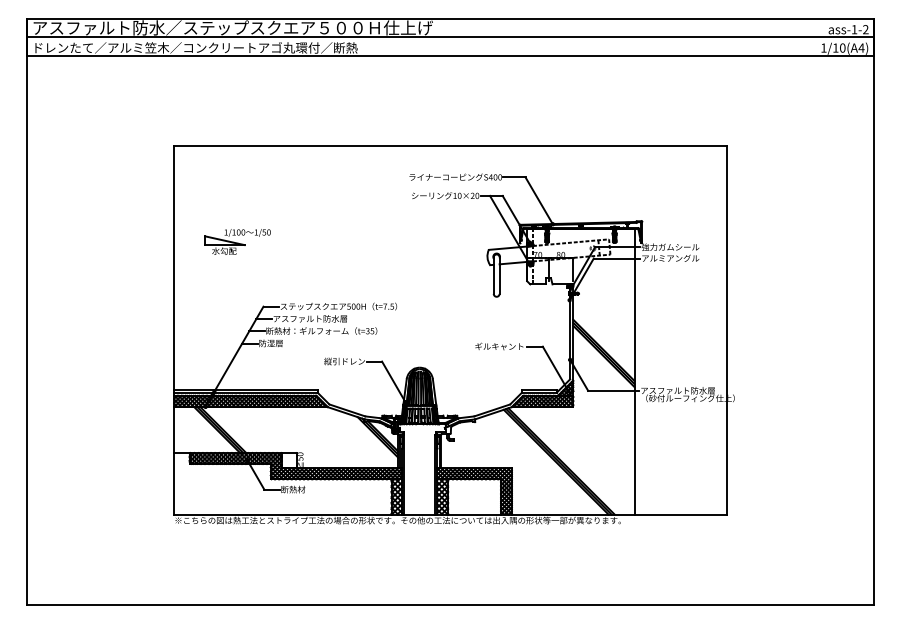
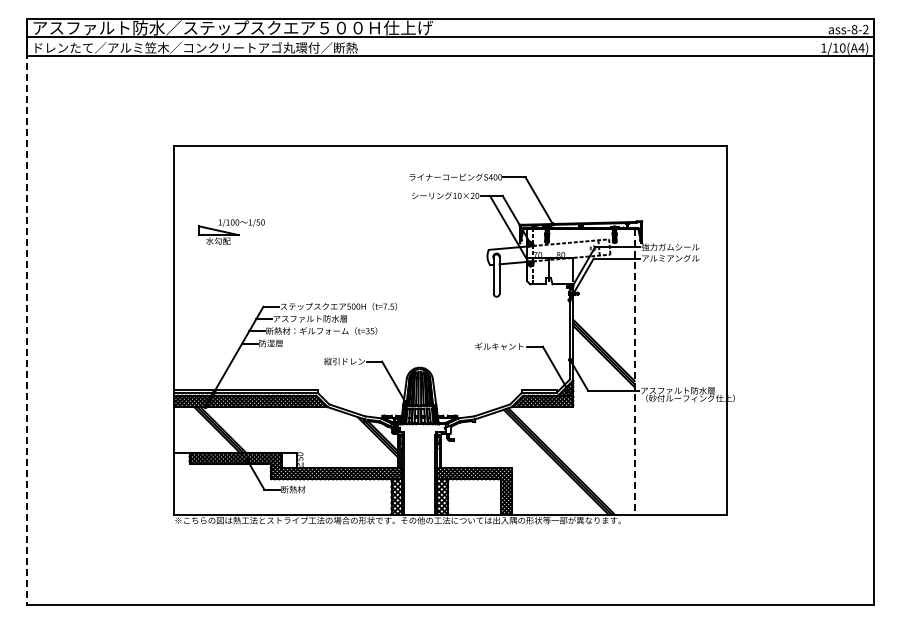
text at (854, 29): ass-1-2 -> ass-8-2
part at (237, 241) position: (237, 241) -> (231, 231)
line at (27, 312): solid -> dashed
line at (634, 371): solid -> dashed
